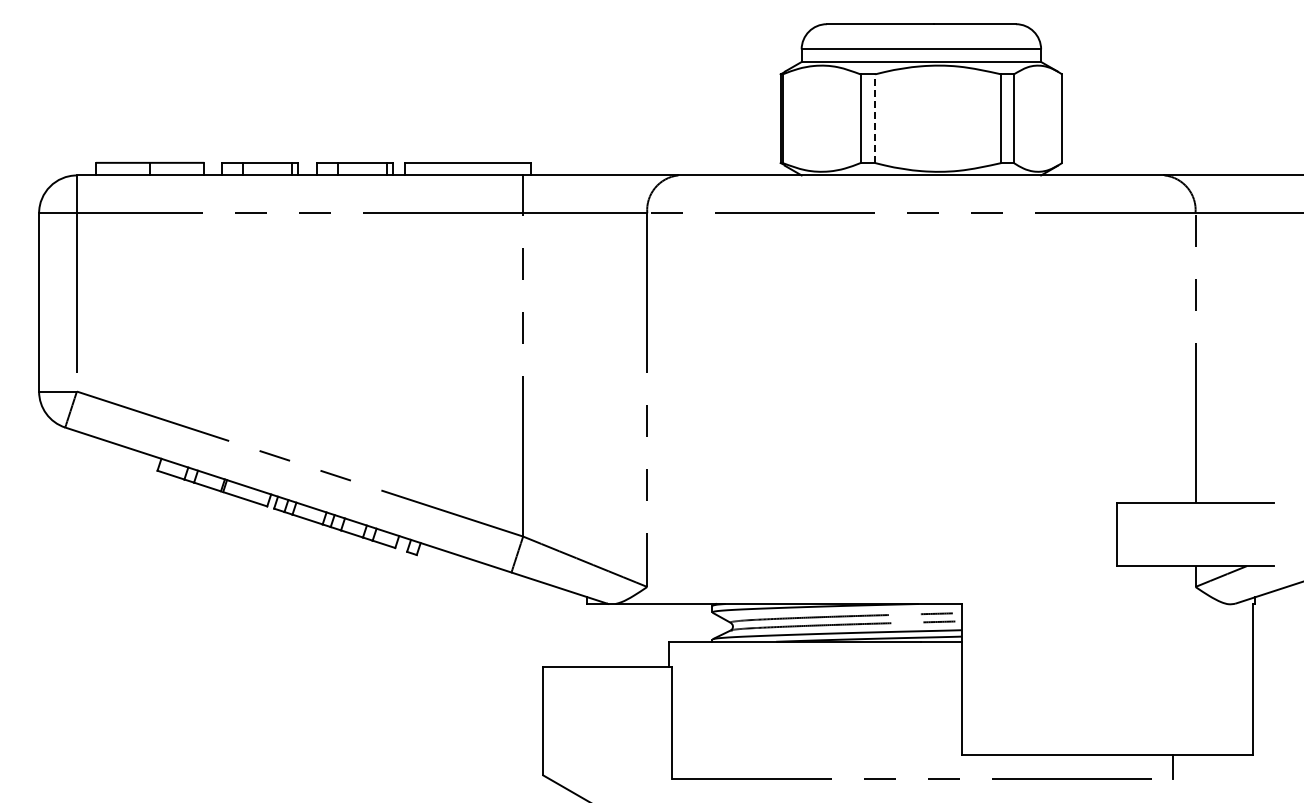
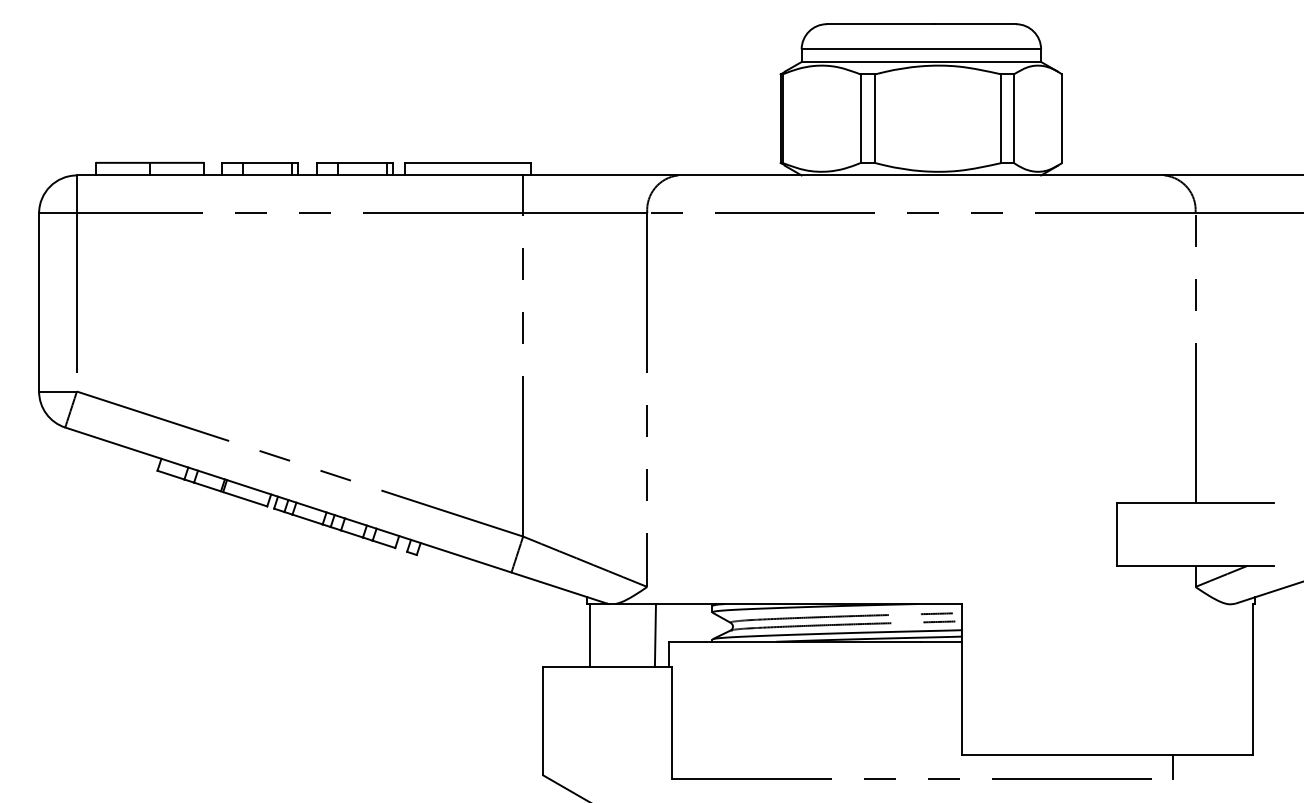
line at (875, 118): dashed -> solid
line at (589, 635): none -> present
line at (654, 635): none -> present
